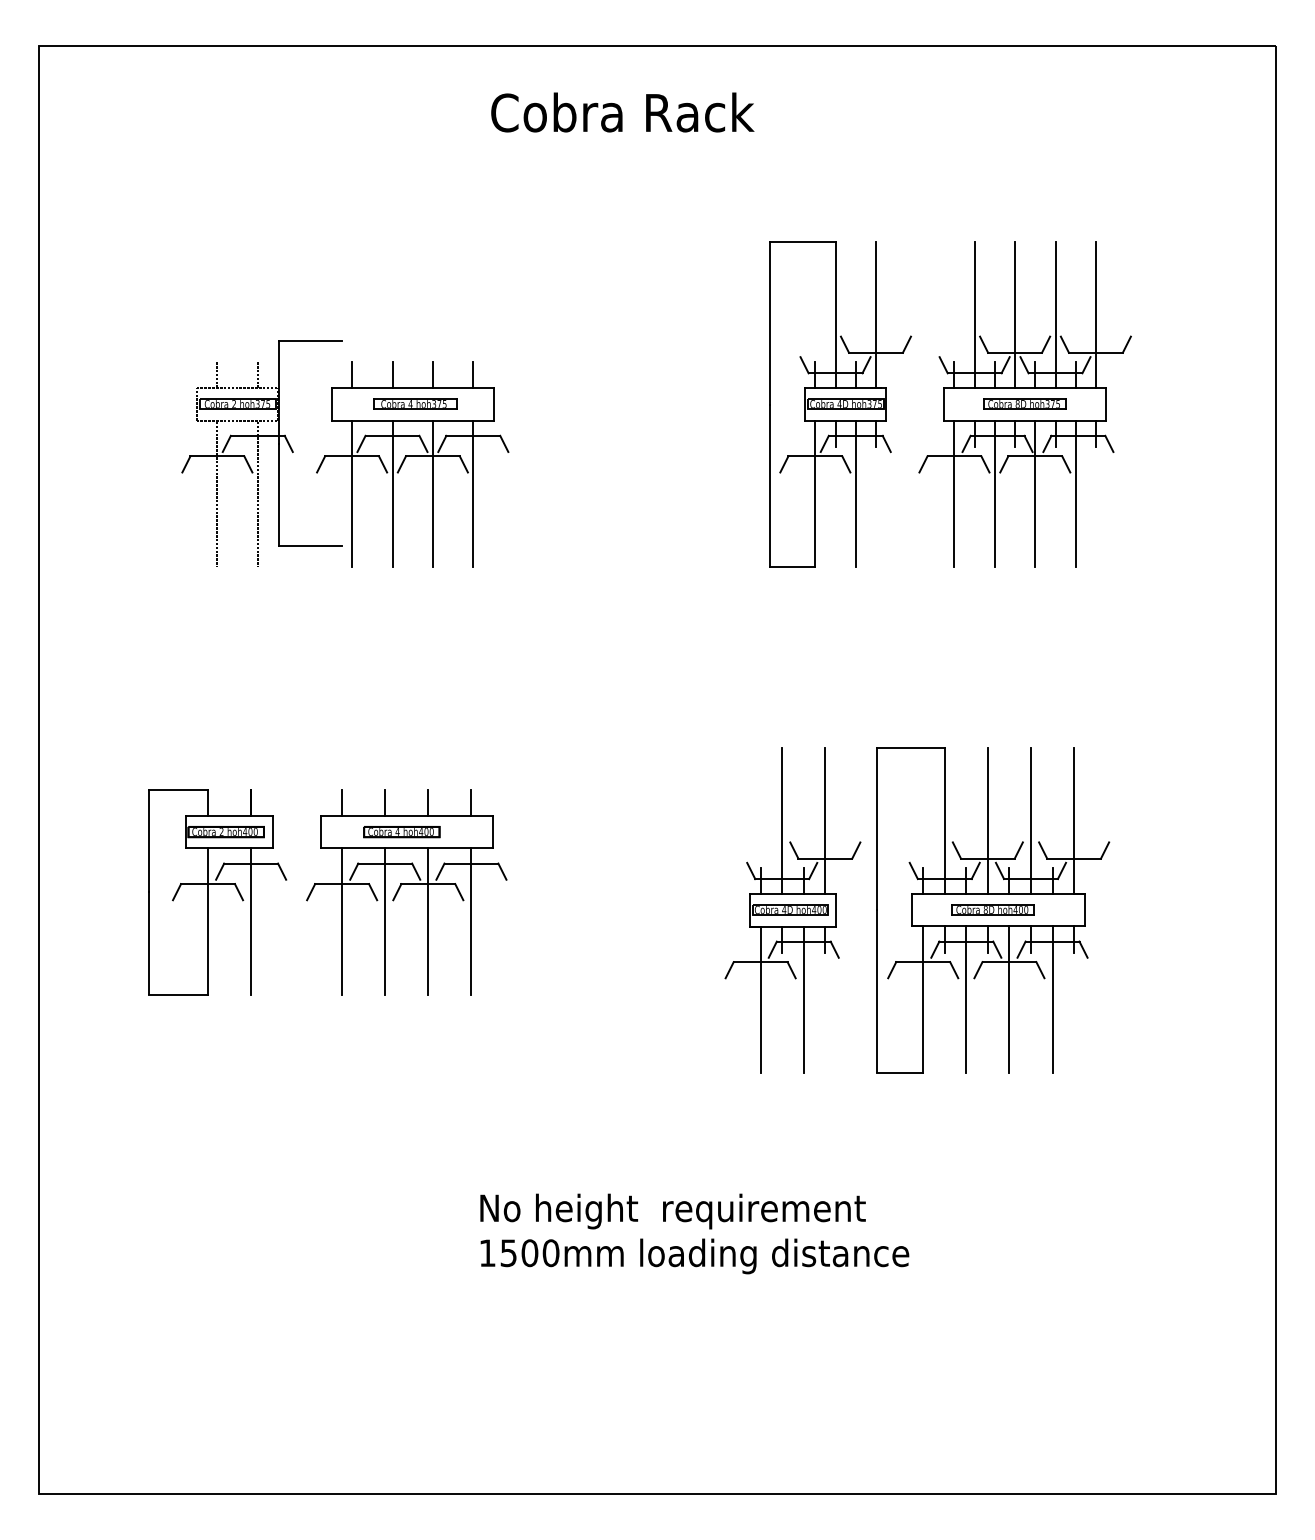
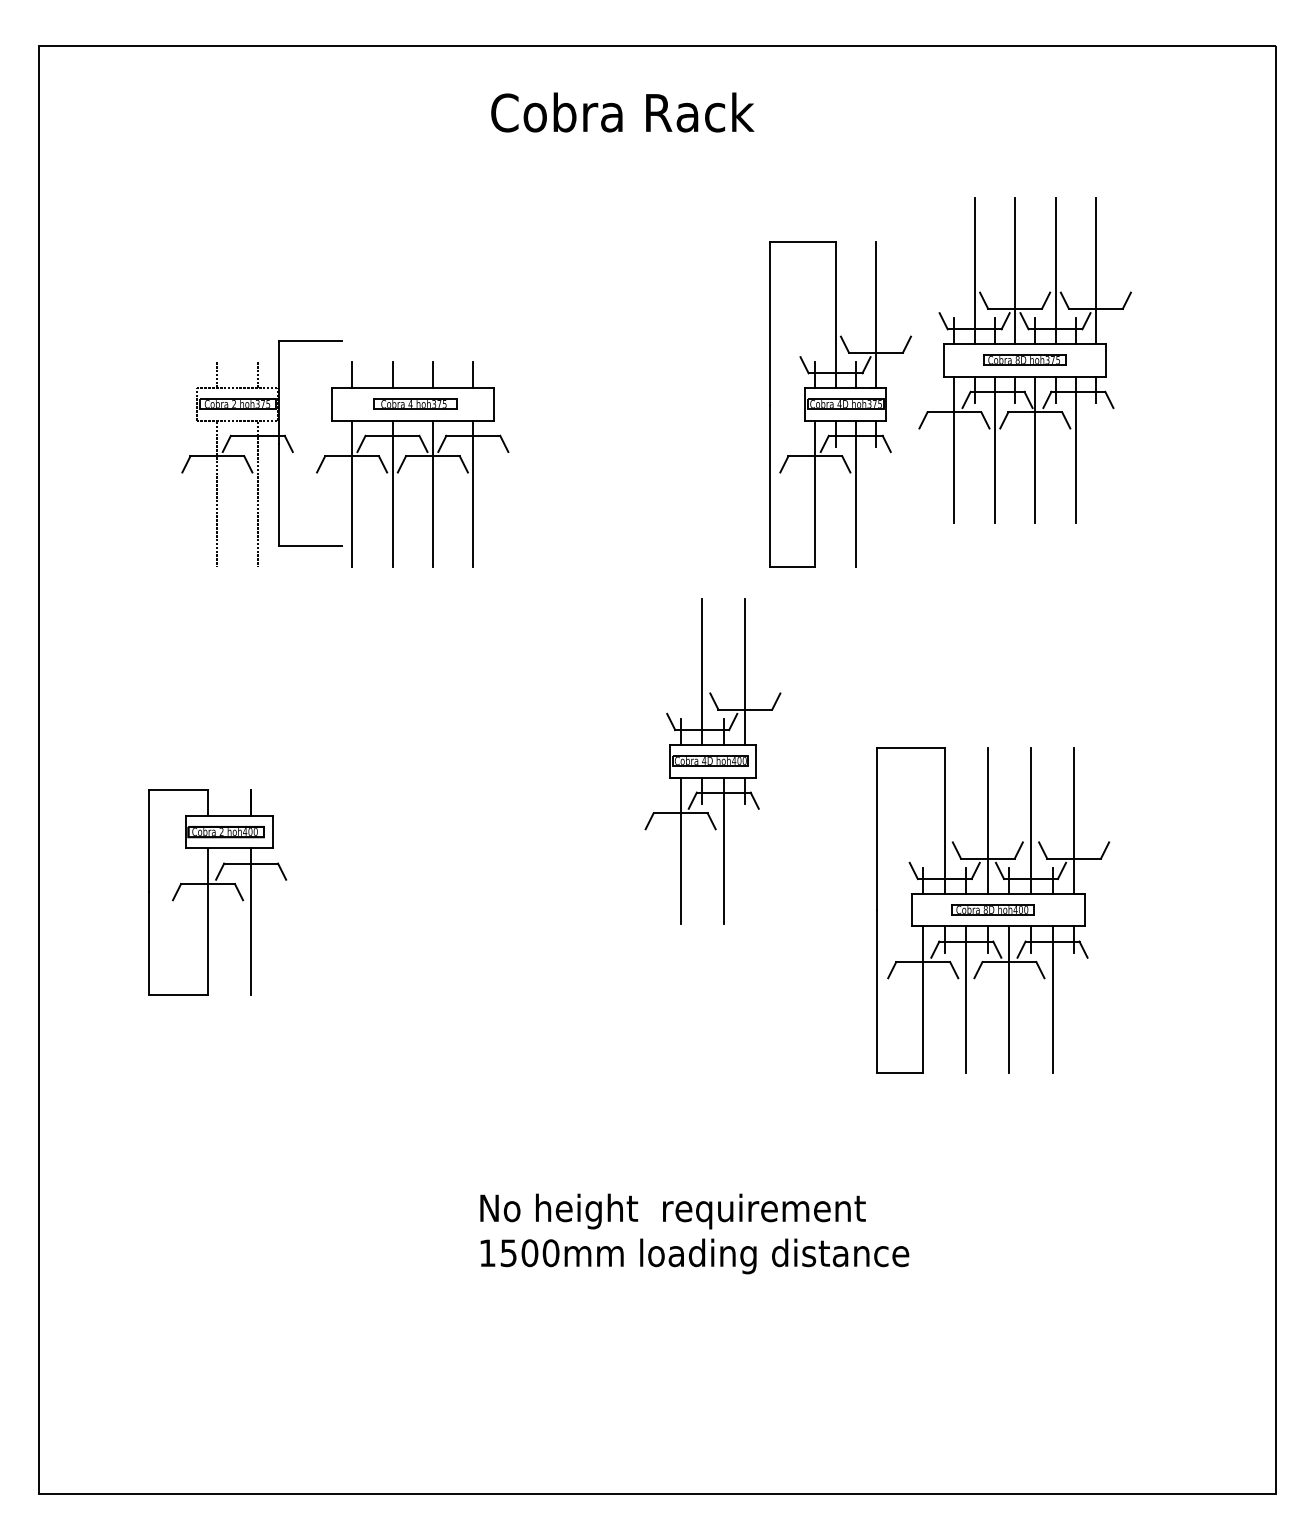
part at (1024, 404) position: (1024, 404) -> (1024, 360)
part at (400, 888): present -> none
part at (792, 910) position: (792, 910) -> (712, 761)
